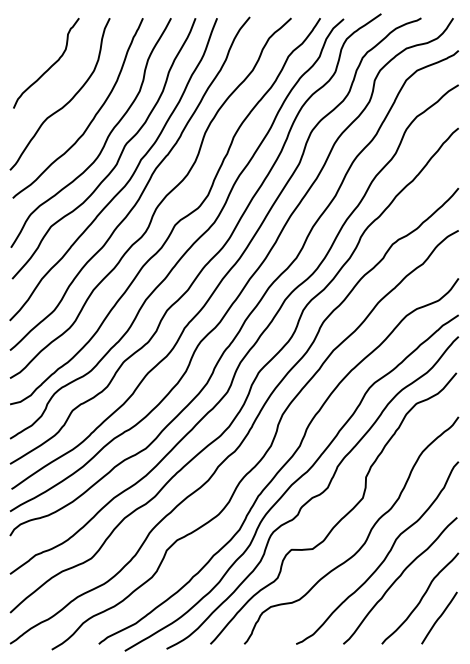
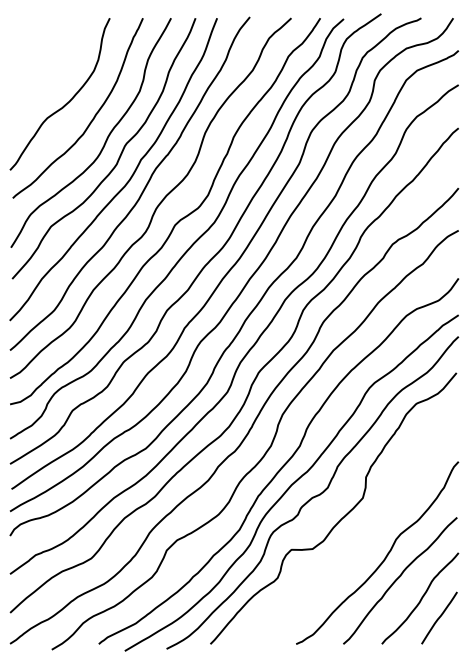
curve at (50, 66): present -> none
curve at (366, 537): present -> none
